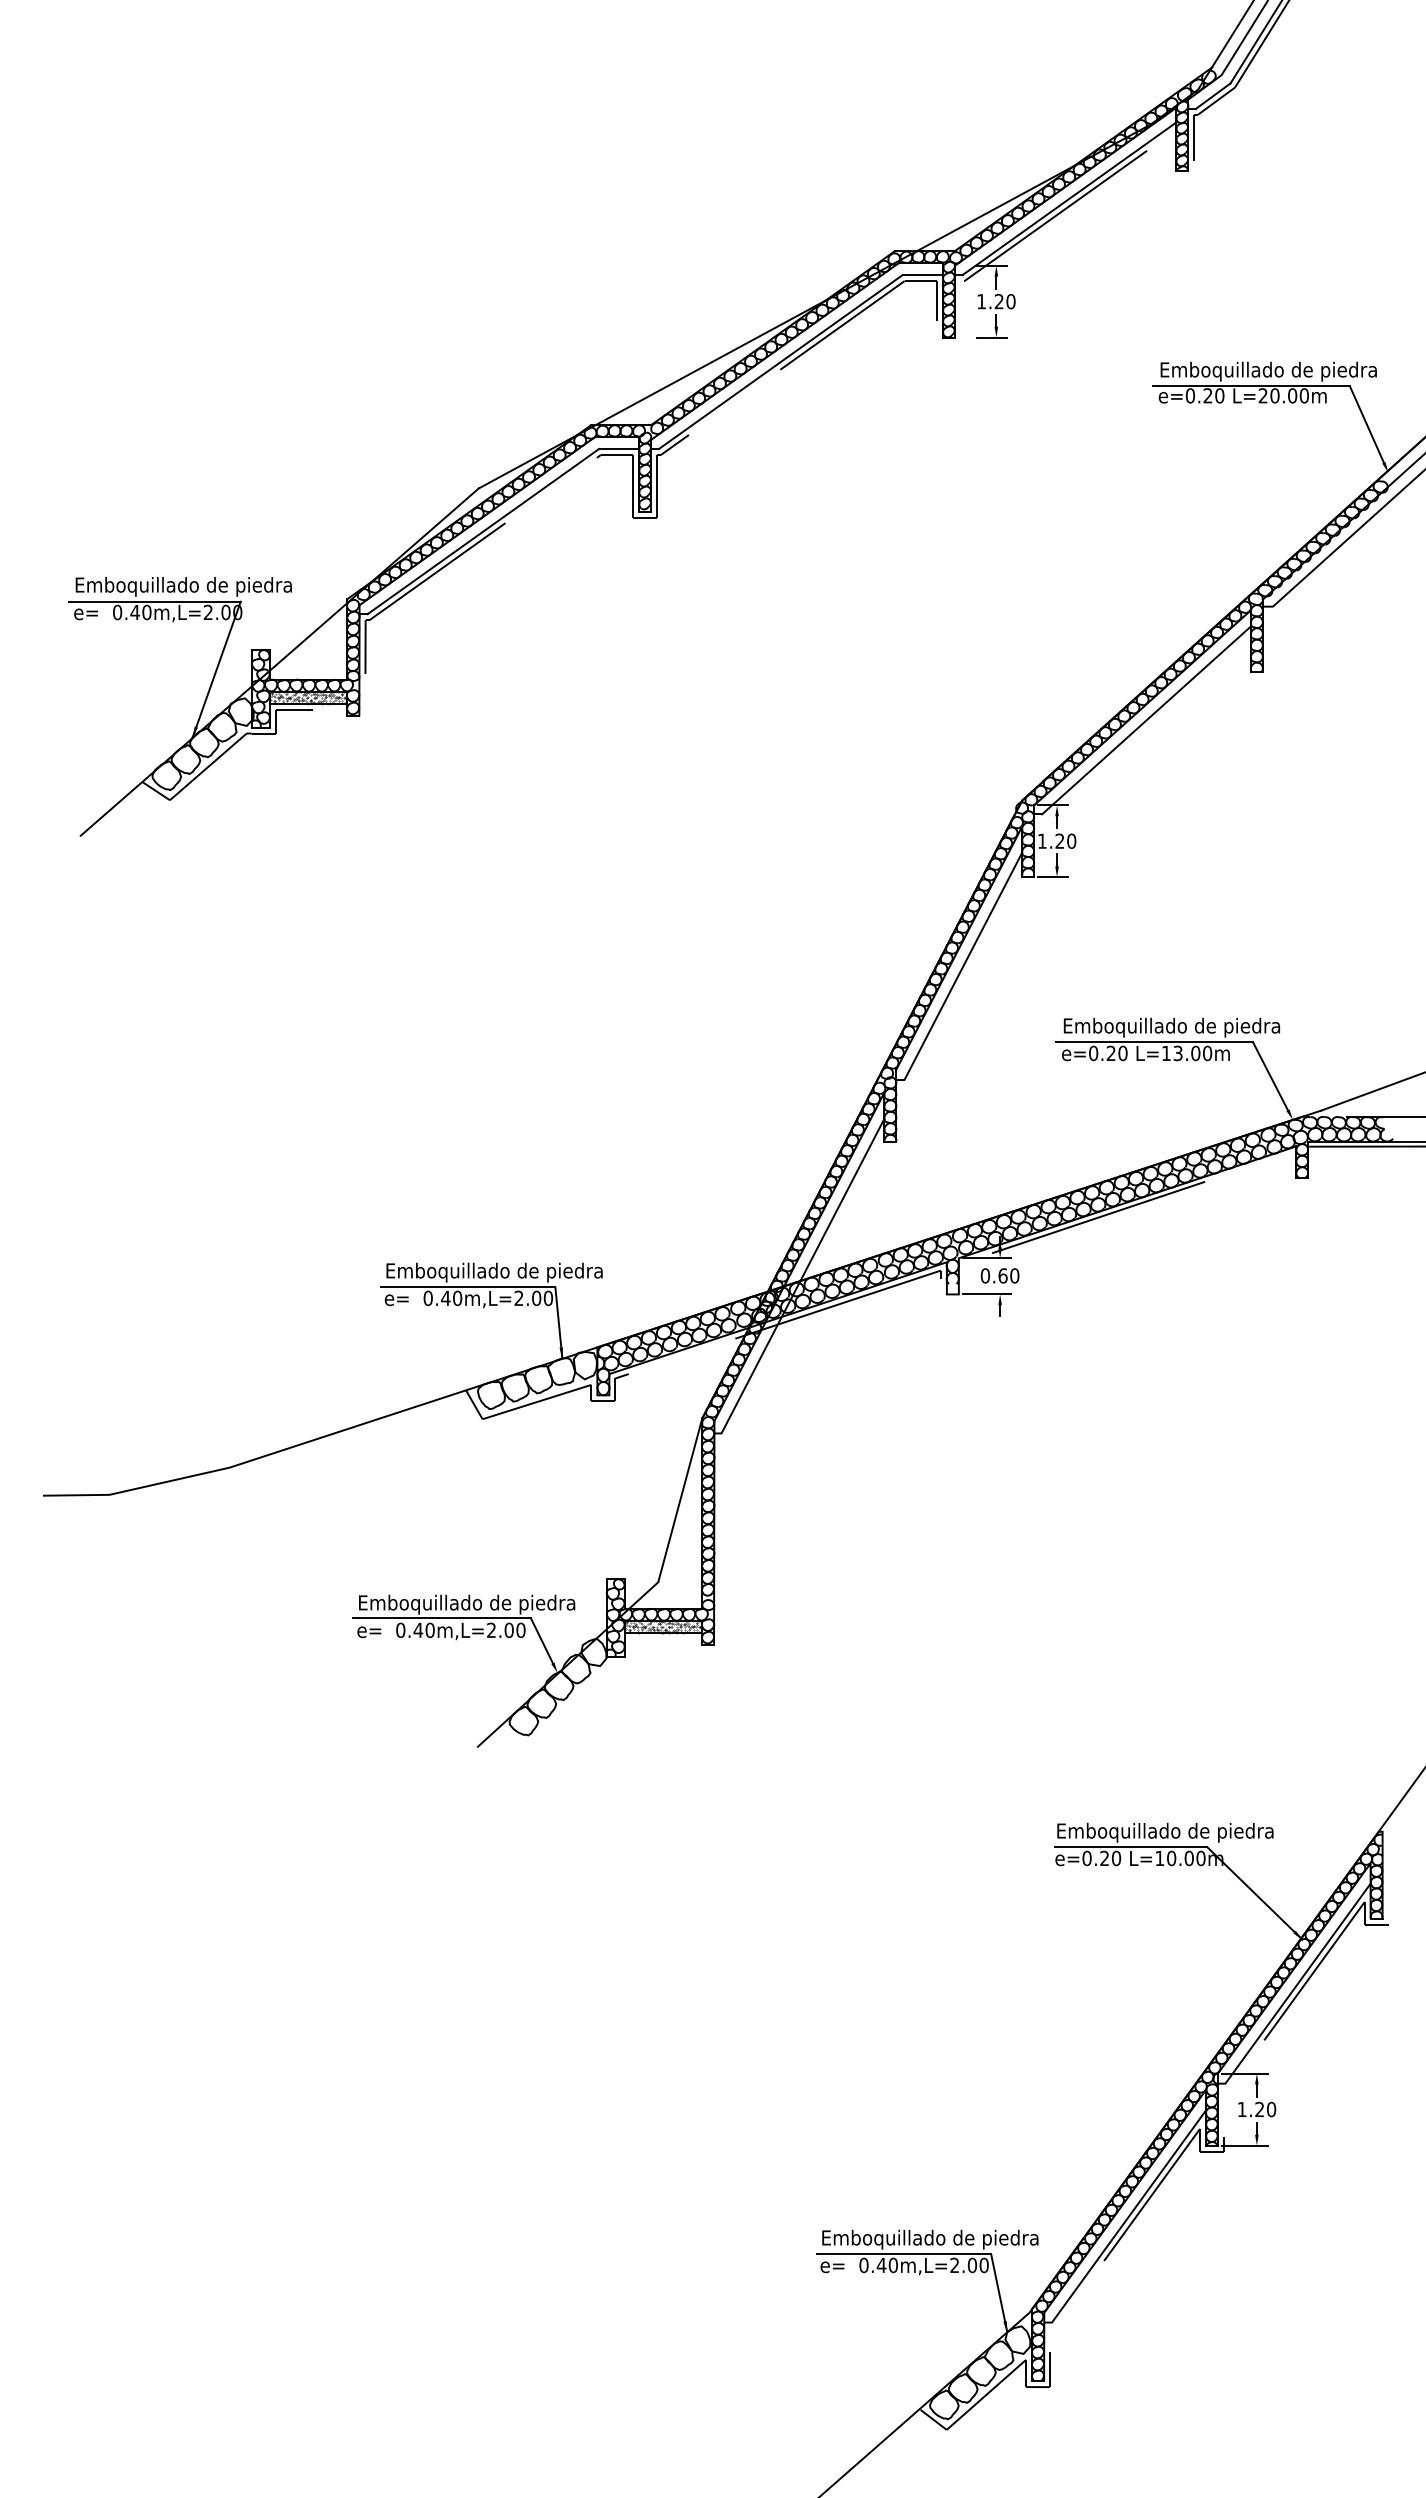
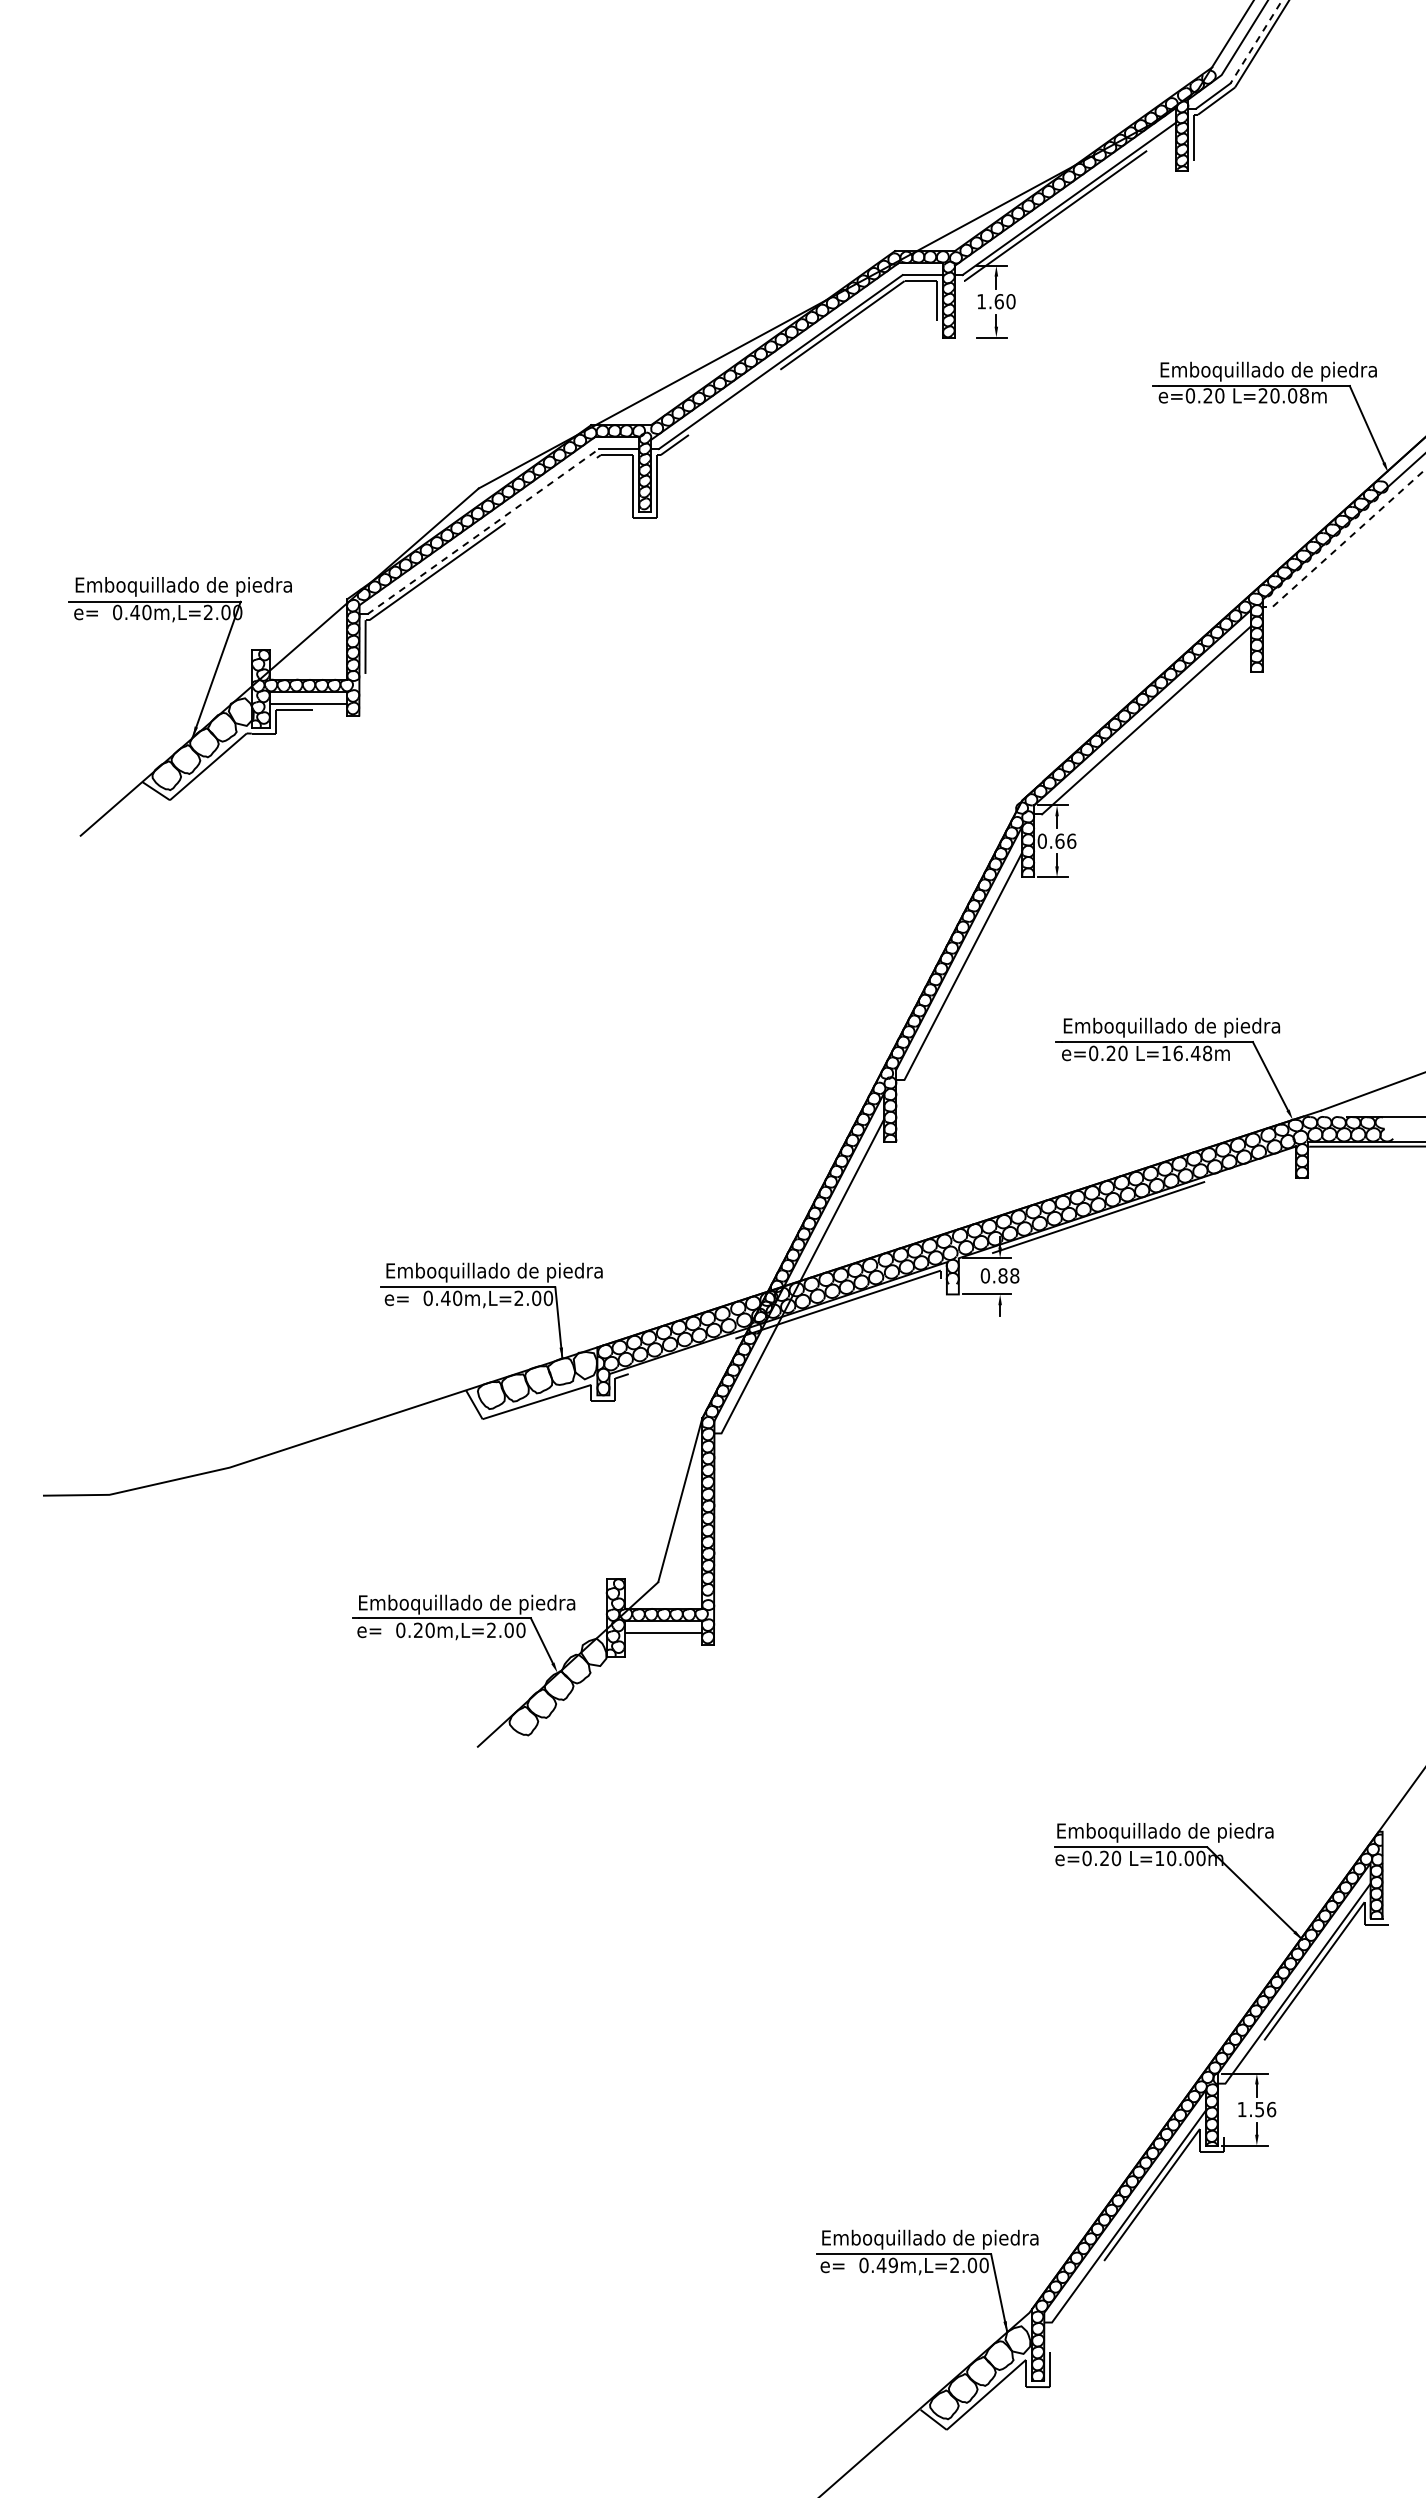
line at (1256, 41): solid -> dashed
text at (998, 301): 1.20 -> 1.60
text at (1303, 395): L=20.00m -> L=20.08m
line at (483, 531): solid -> dashed
line at (1344, 541): solid -> dashed
hatch at (308, 697): present -> none
text at (1056, 840): 1.20 -> 0.66
text at (1192, 1053): L=13.00m -> L=16.48m
text at (1008, 1275): 0.60 -> 0.88
hatch at (663, 1626): present -> none
text at (418, 1629): 0.40m,L=2.00 -> 0.20m,L=2.00
text at (1265, 2109): 1.20 -> 1.56
text at (892, 2265): 0.40m,L=2.00 -> 0.49m,L=2.00
